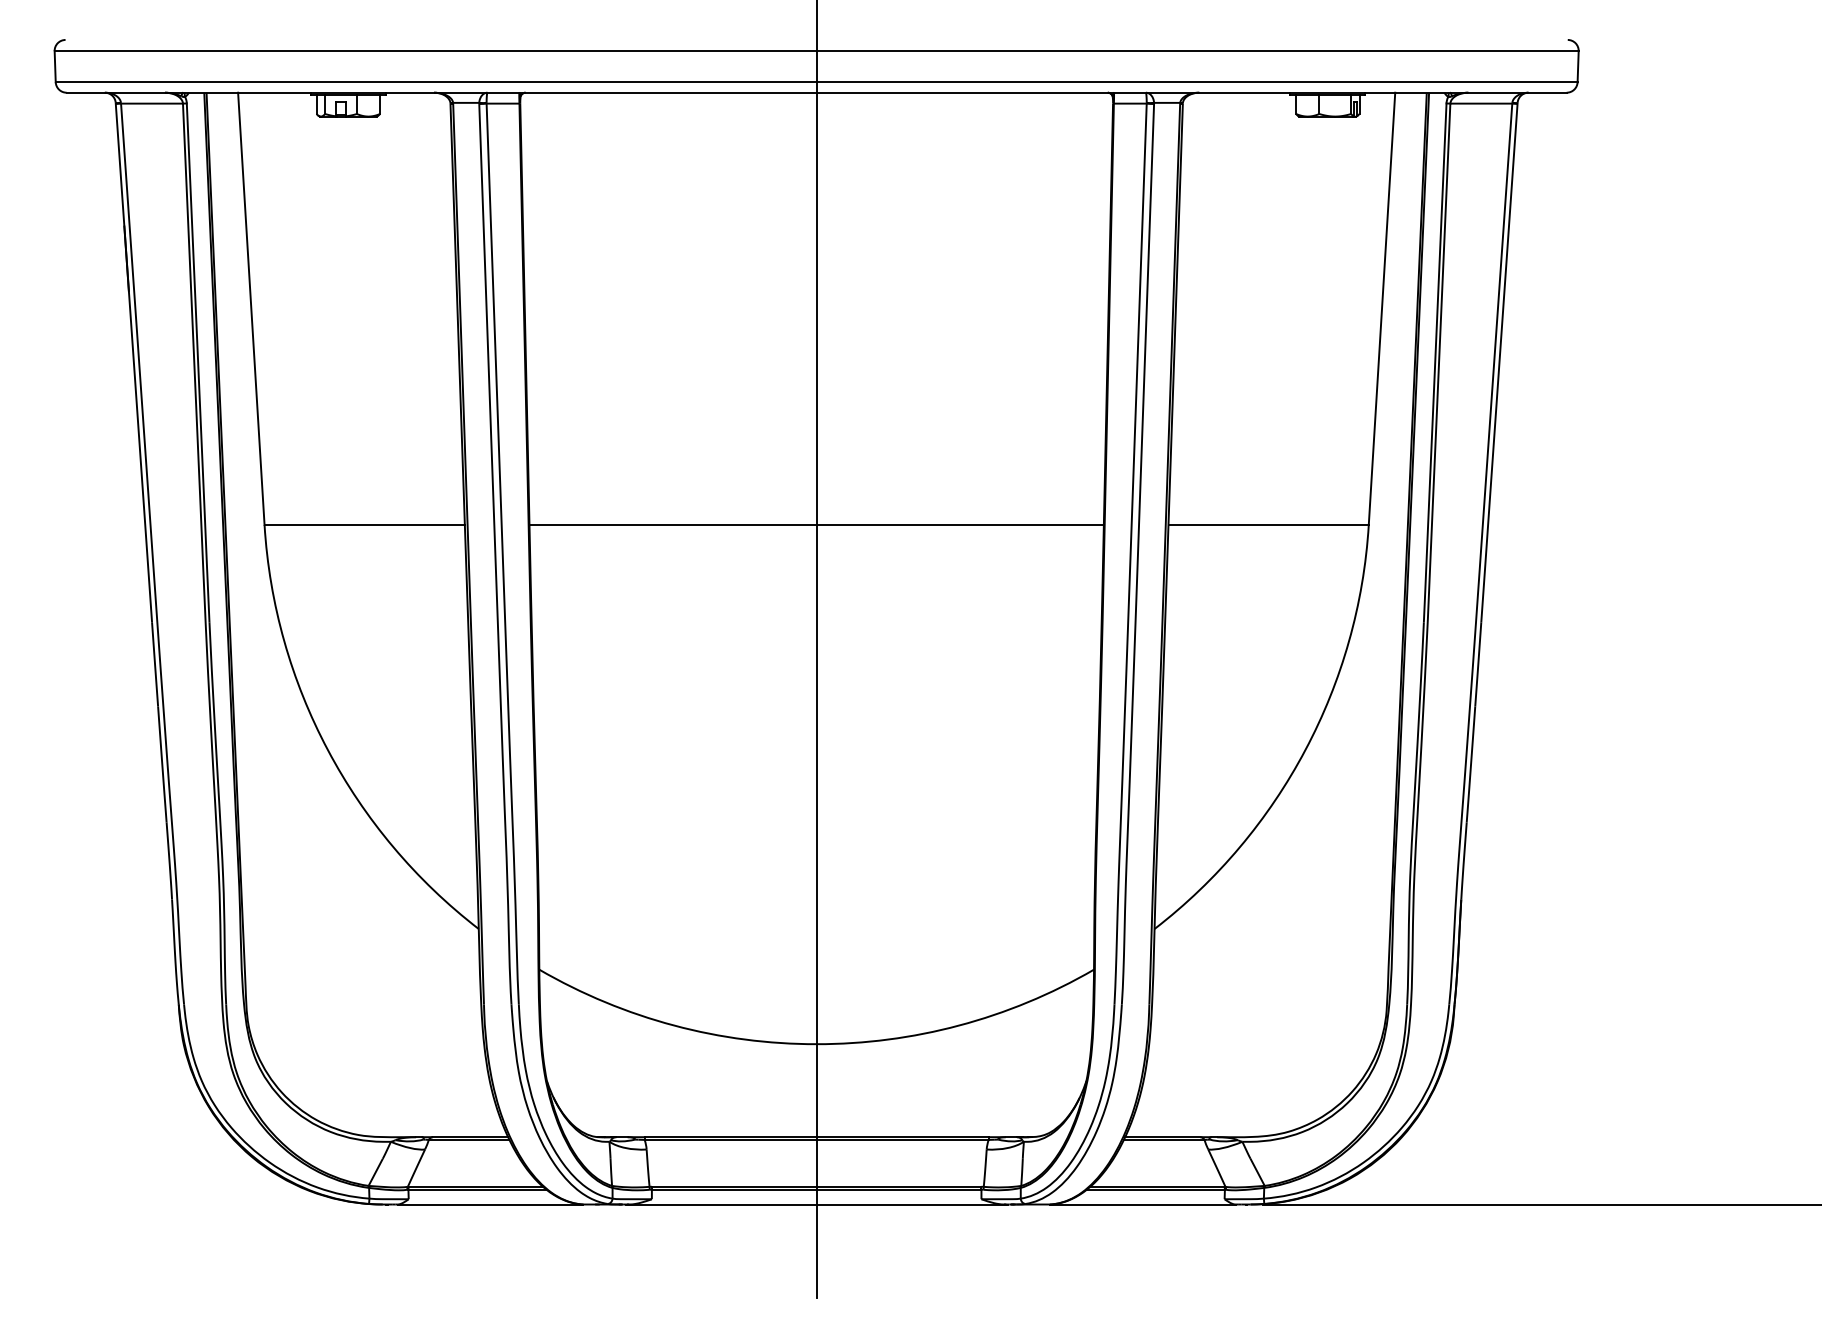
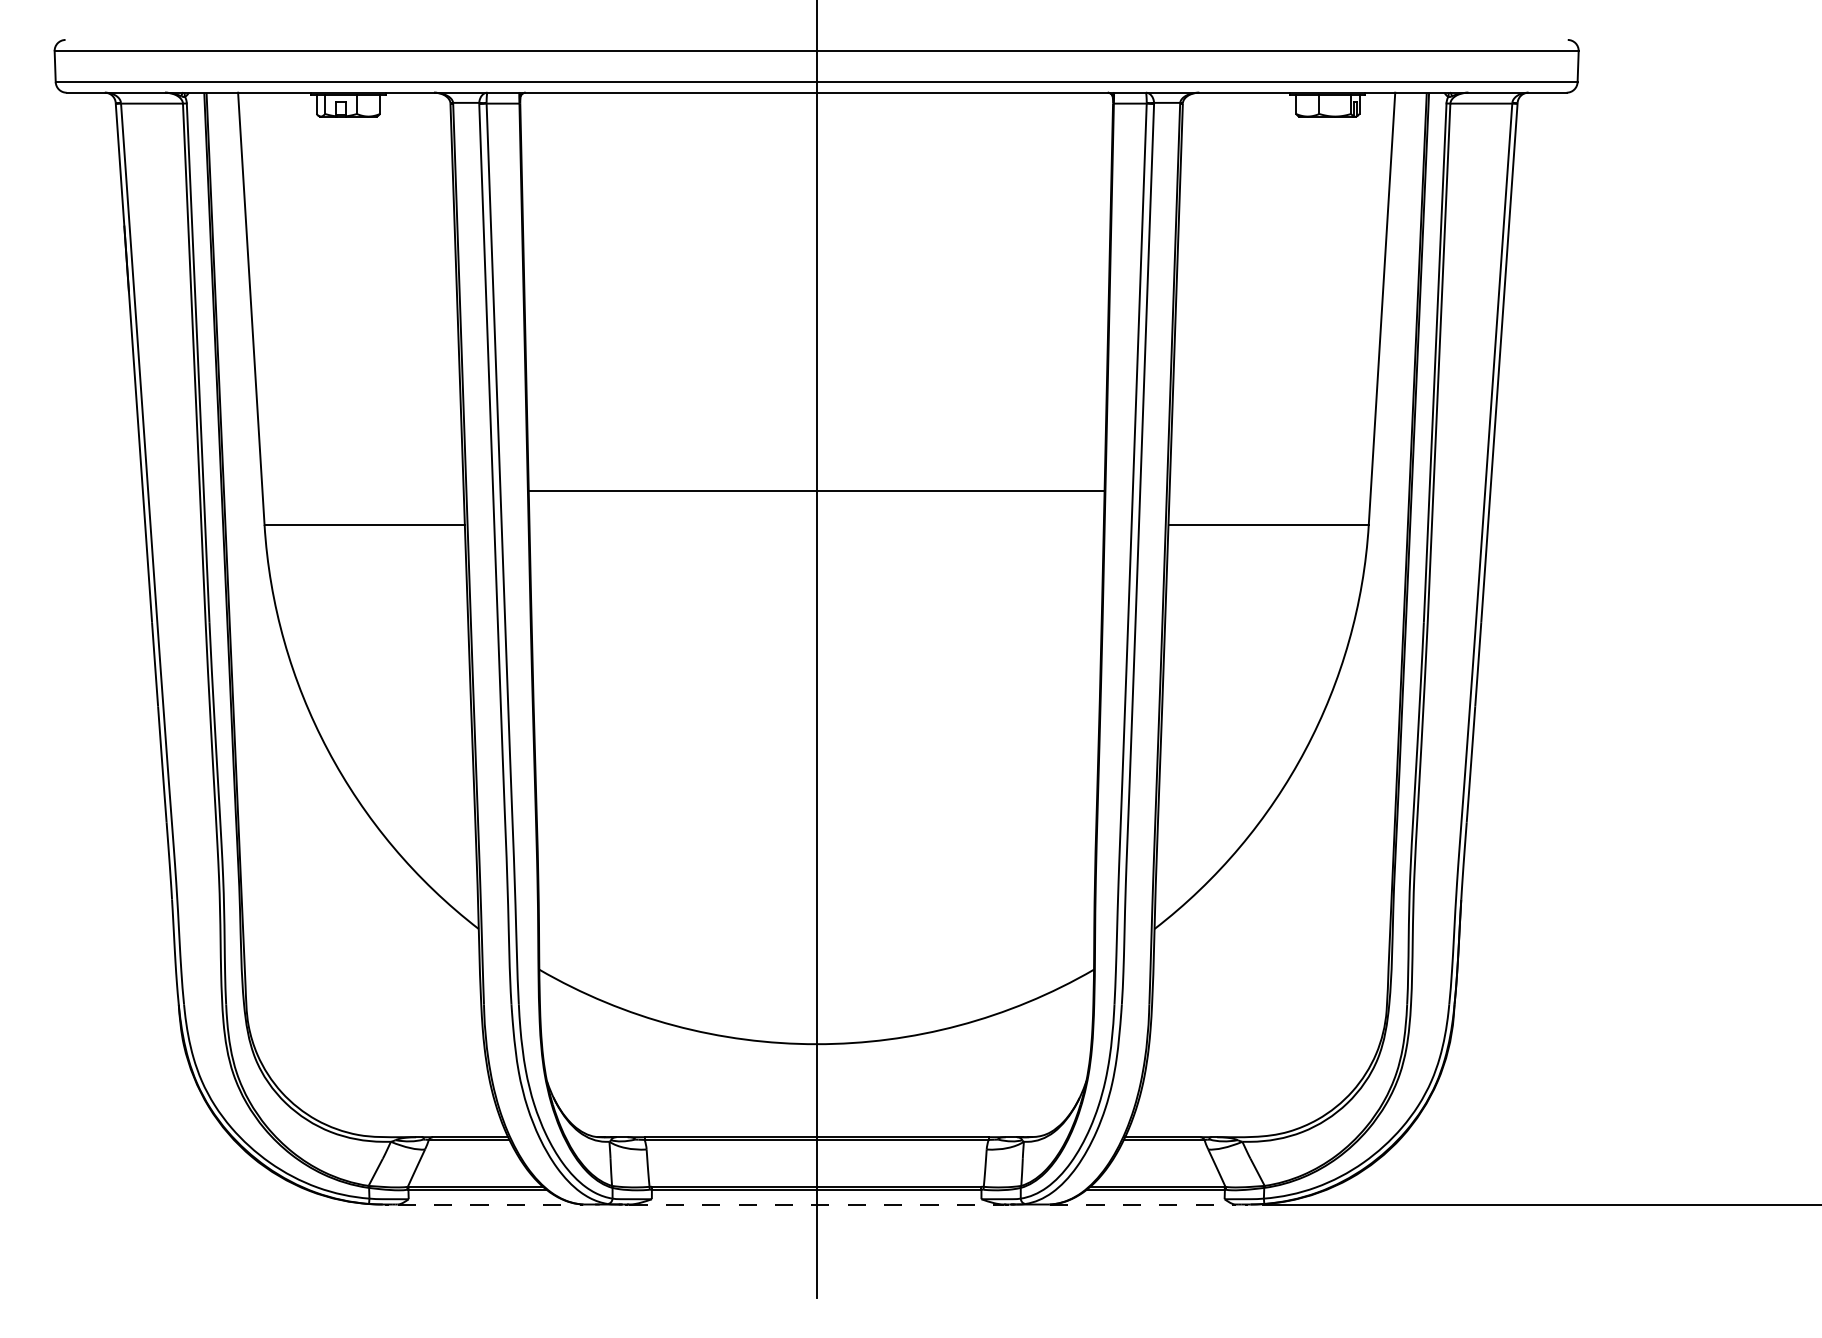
line at (816, 524) position: (816, 524) -> (816, 490)
line at (490, 1204): solid -> dashed
line at (817, 1204): solid -> dashed
line at (1142, 1204): solid -> dashed
